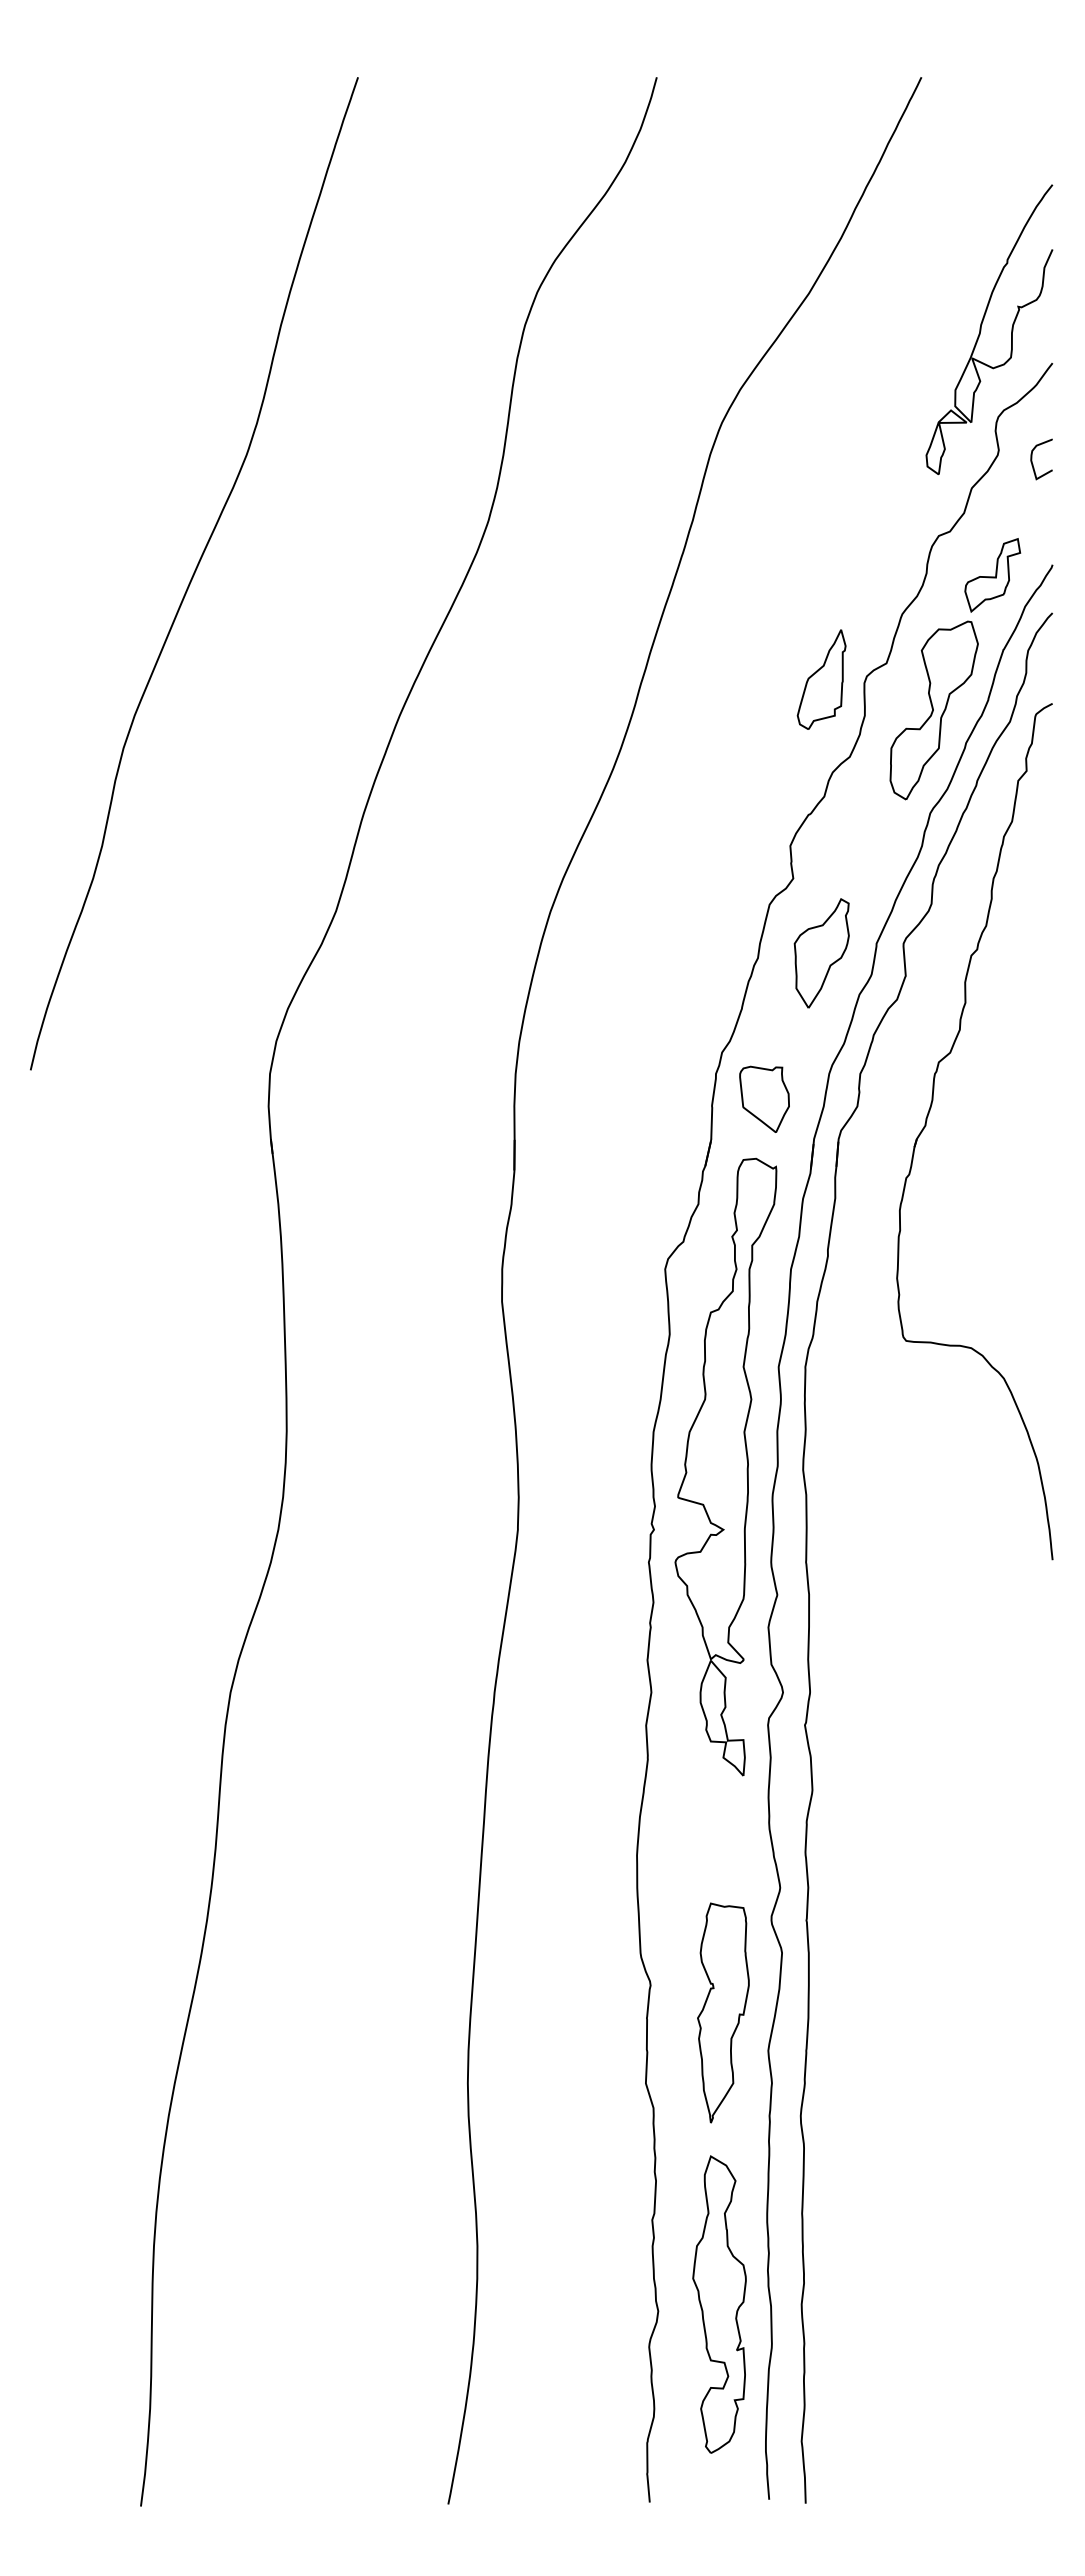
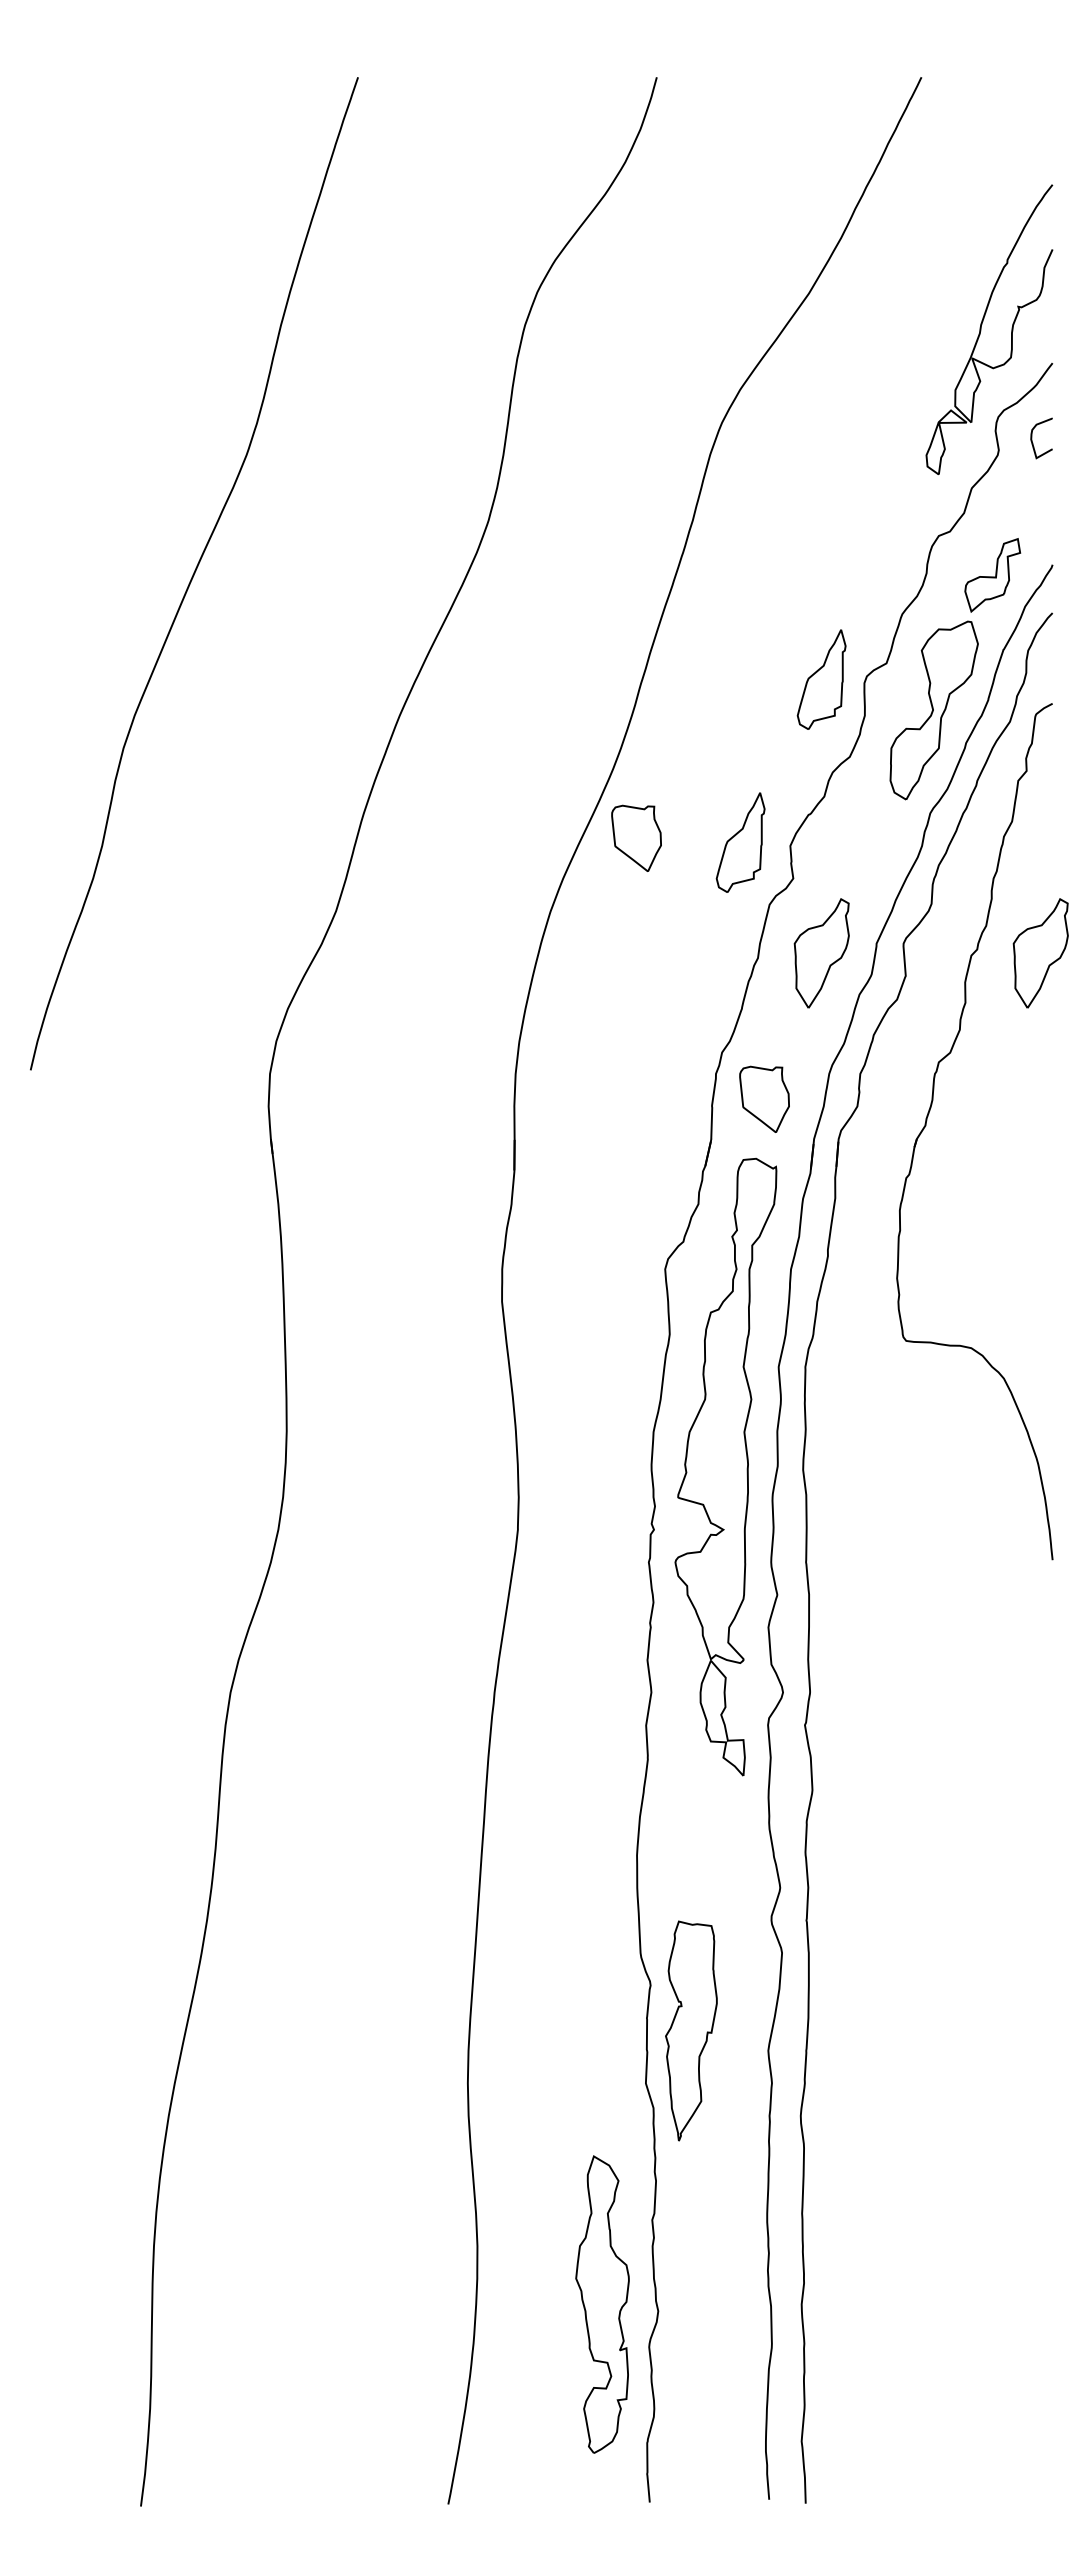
curve at (1032, 459) position: (1032, 459) -> (1032, 438)
part at (636, 837): none -> present
part at (740, 842): none -> present
part at (1040, 953): none -> present
part at (723, 2012) position: (723, 2012) -> (691, 2030)
part at (719, 2304) position: (719, 2304) -> (602, 2304)
